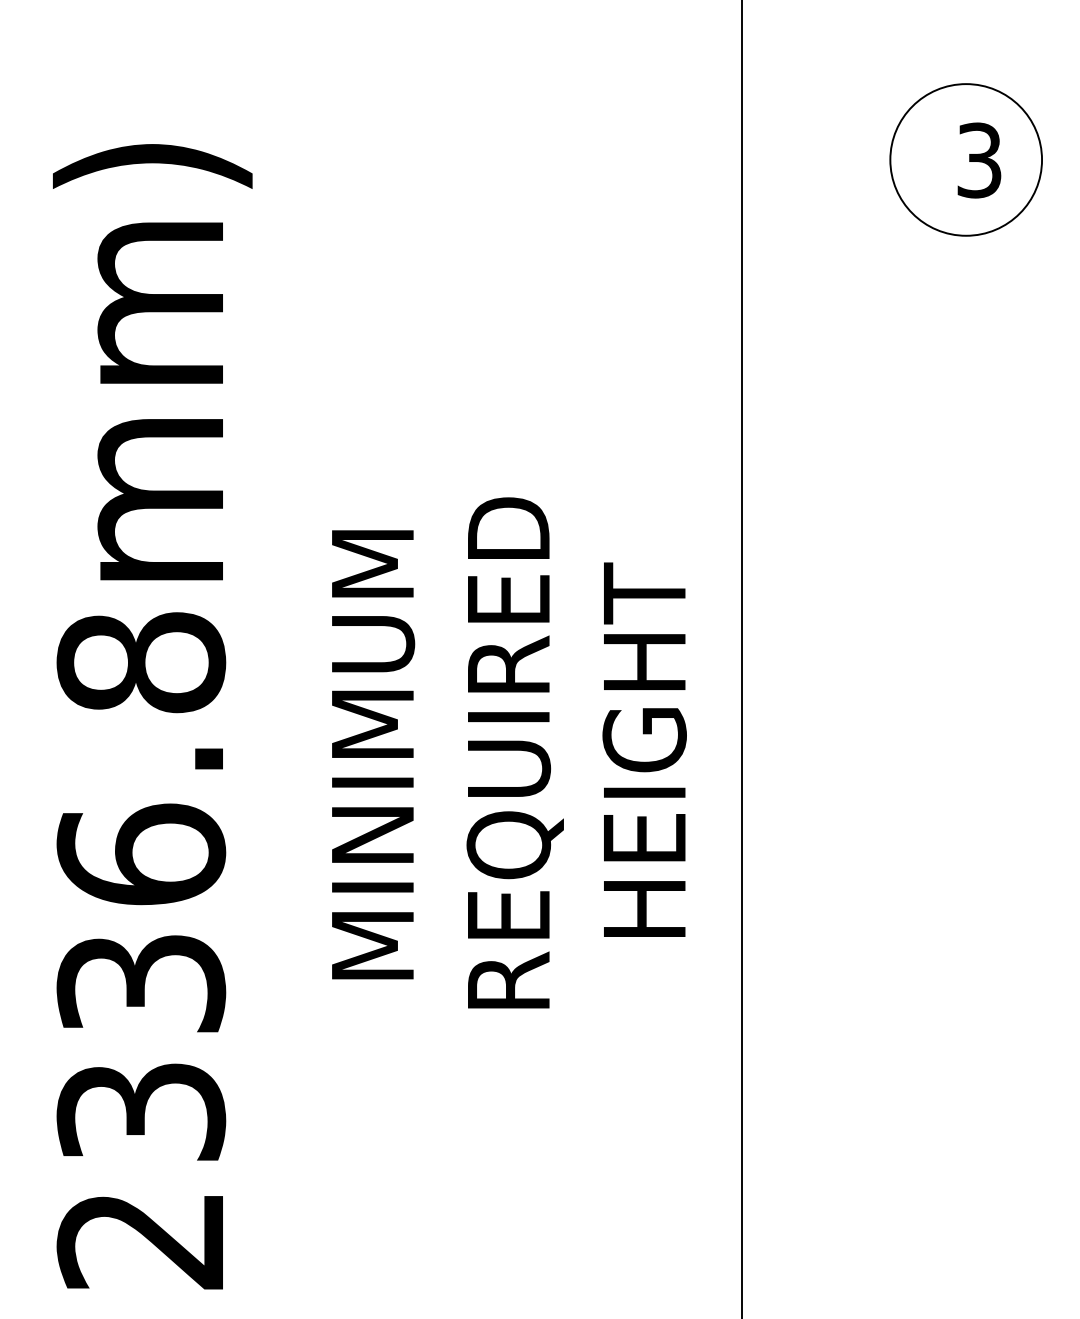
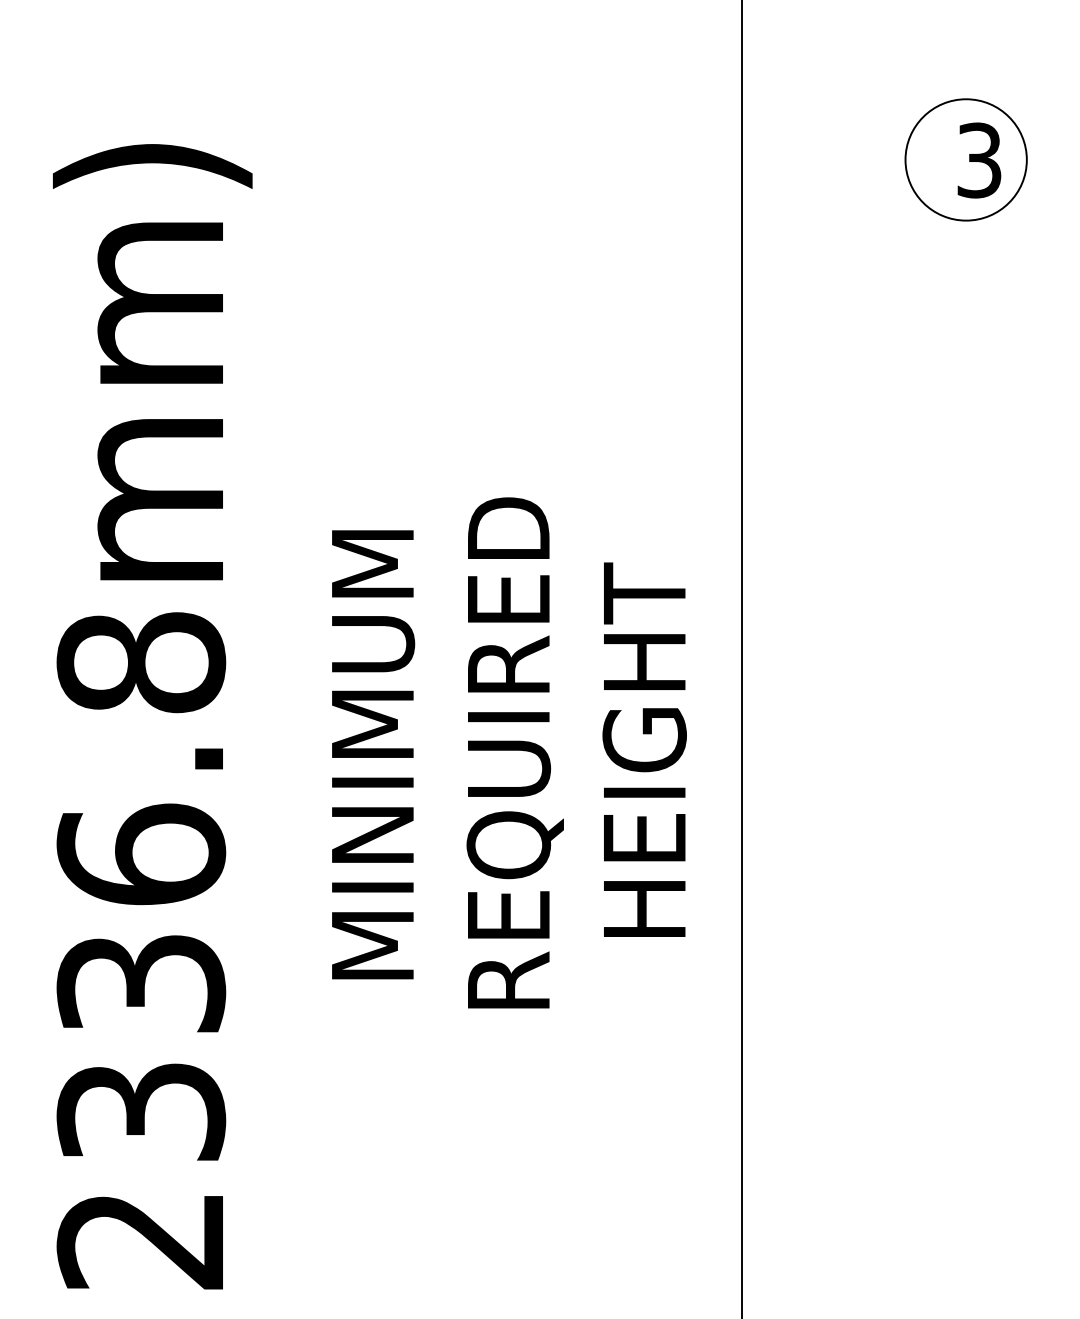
circle at (966, 159) diameter: 152 px -> 121 px
